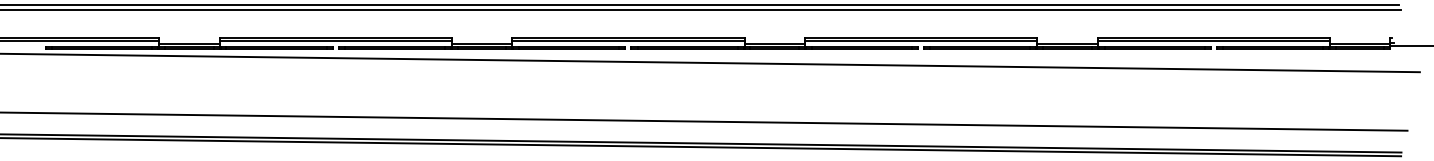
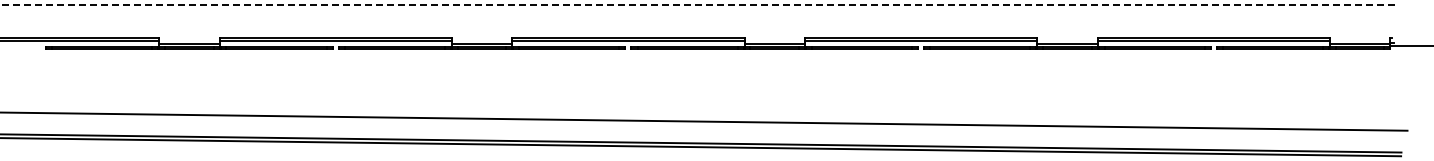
line at (700, 4): solid -> dashed
line at (701, 9): present -> none
line at (710, 62): present -> none
